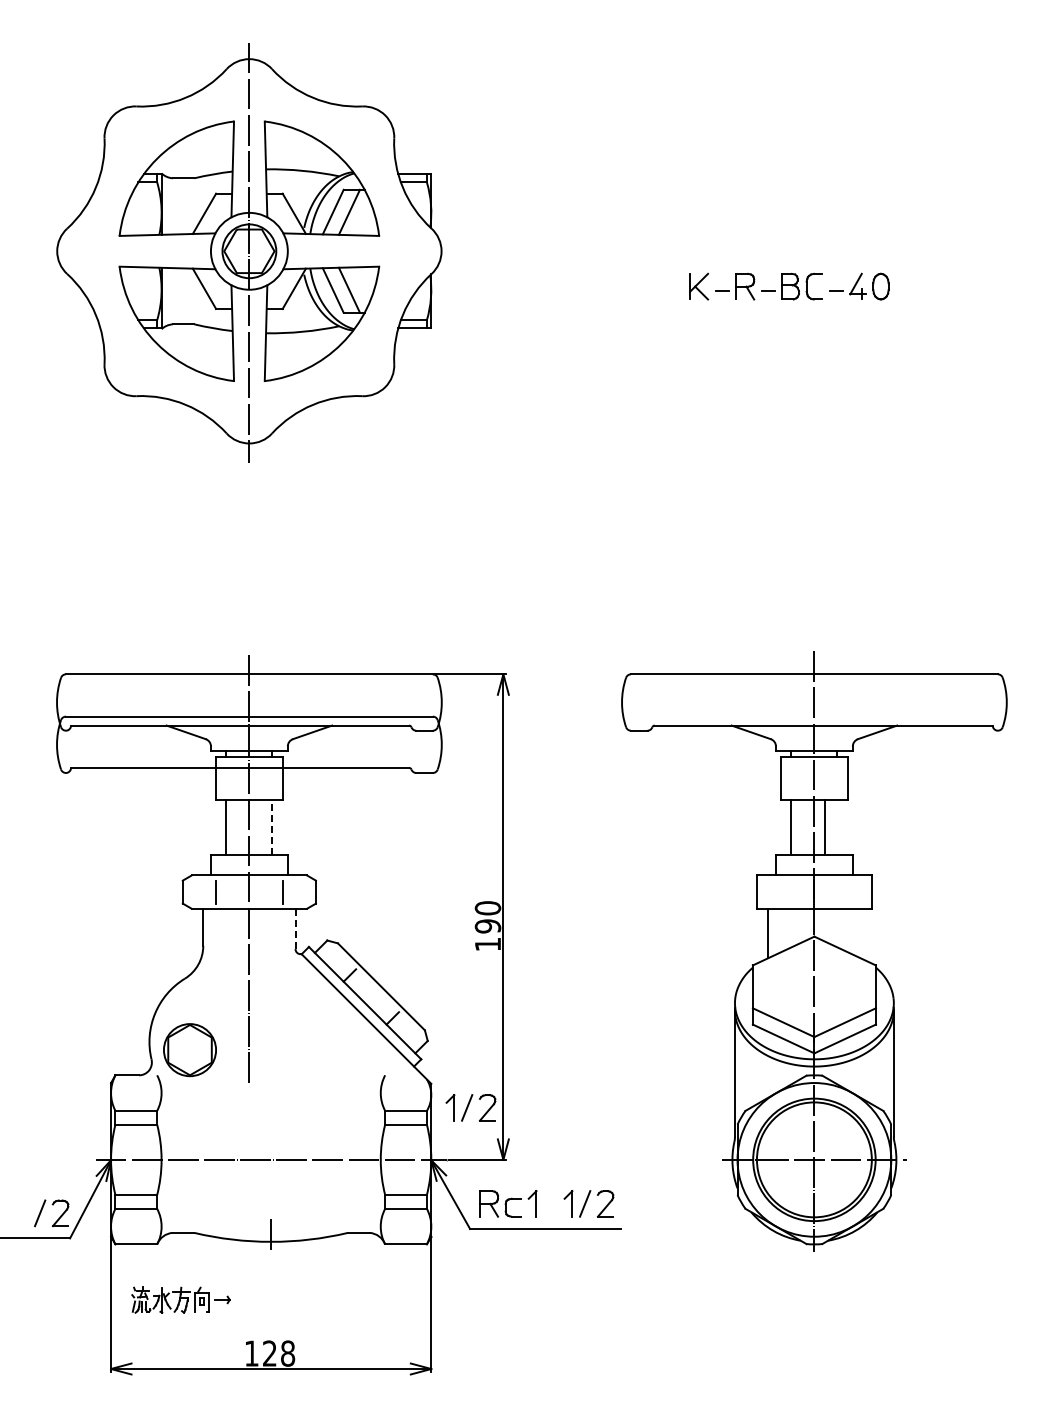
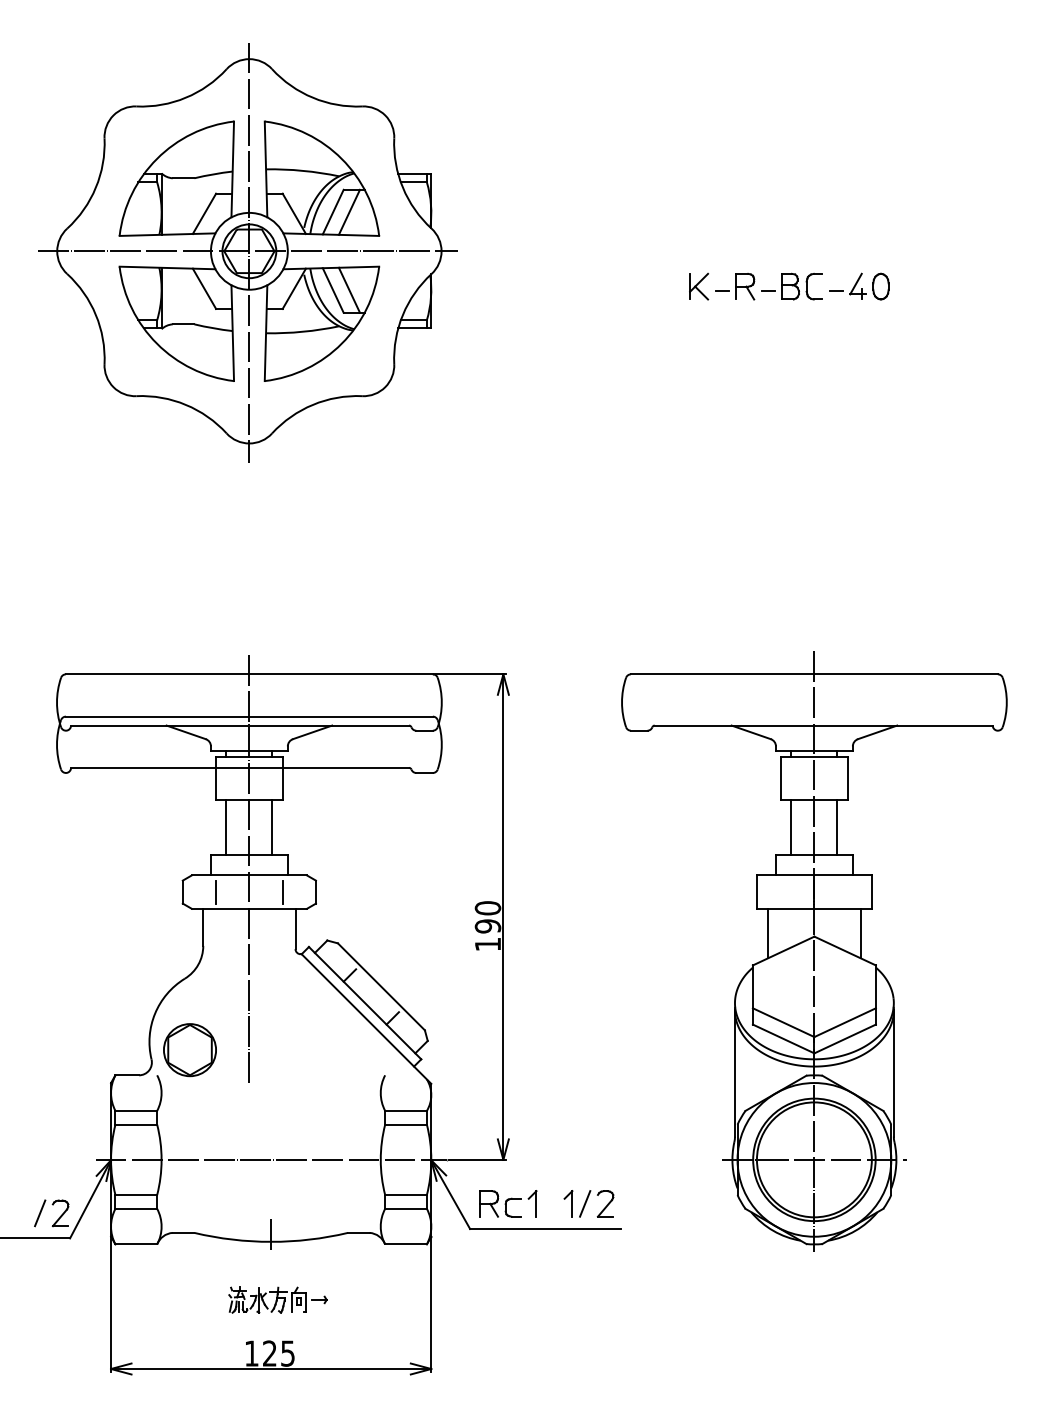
line at (248, 251): none -> present
line at (825, 826) position: (825, 826) -> (837, 826)
line at (272, 827): dashed -> solid
line at (295, 928): dashed -> solid
line at (860, 933): none -> present
part at (470, 1107): present -> none
part at (180, 1299) position: (180, 1299) -> (277, 1299)
text at (288, 1353): 128 -> 125
